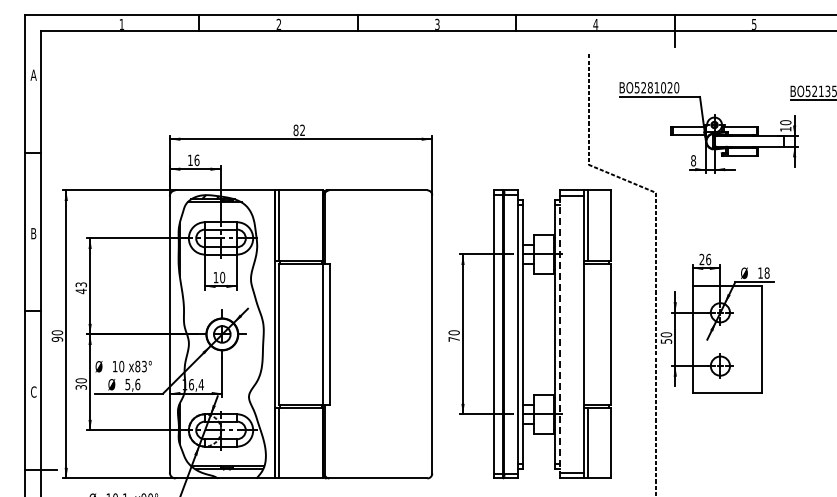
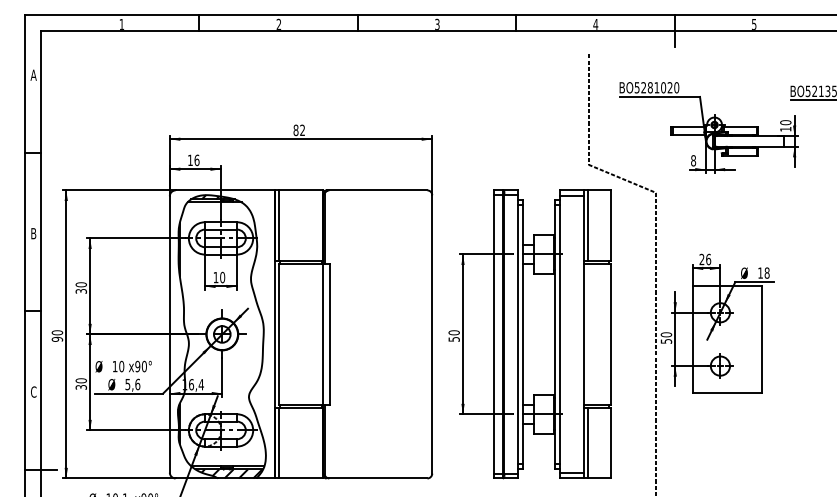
text at (80, 288): 43 -> 30
line at (560, 334): dashed -> solid
text at (453, 339): 70 -> 50
text at (140, 366): x83° -> x90°
hatch at (231, 473): none -> present
